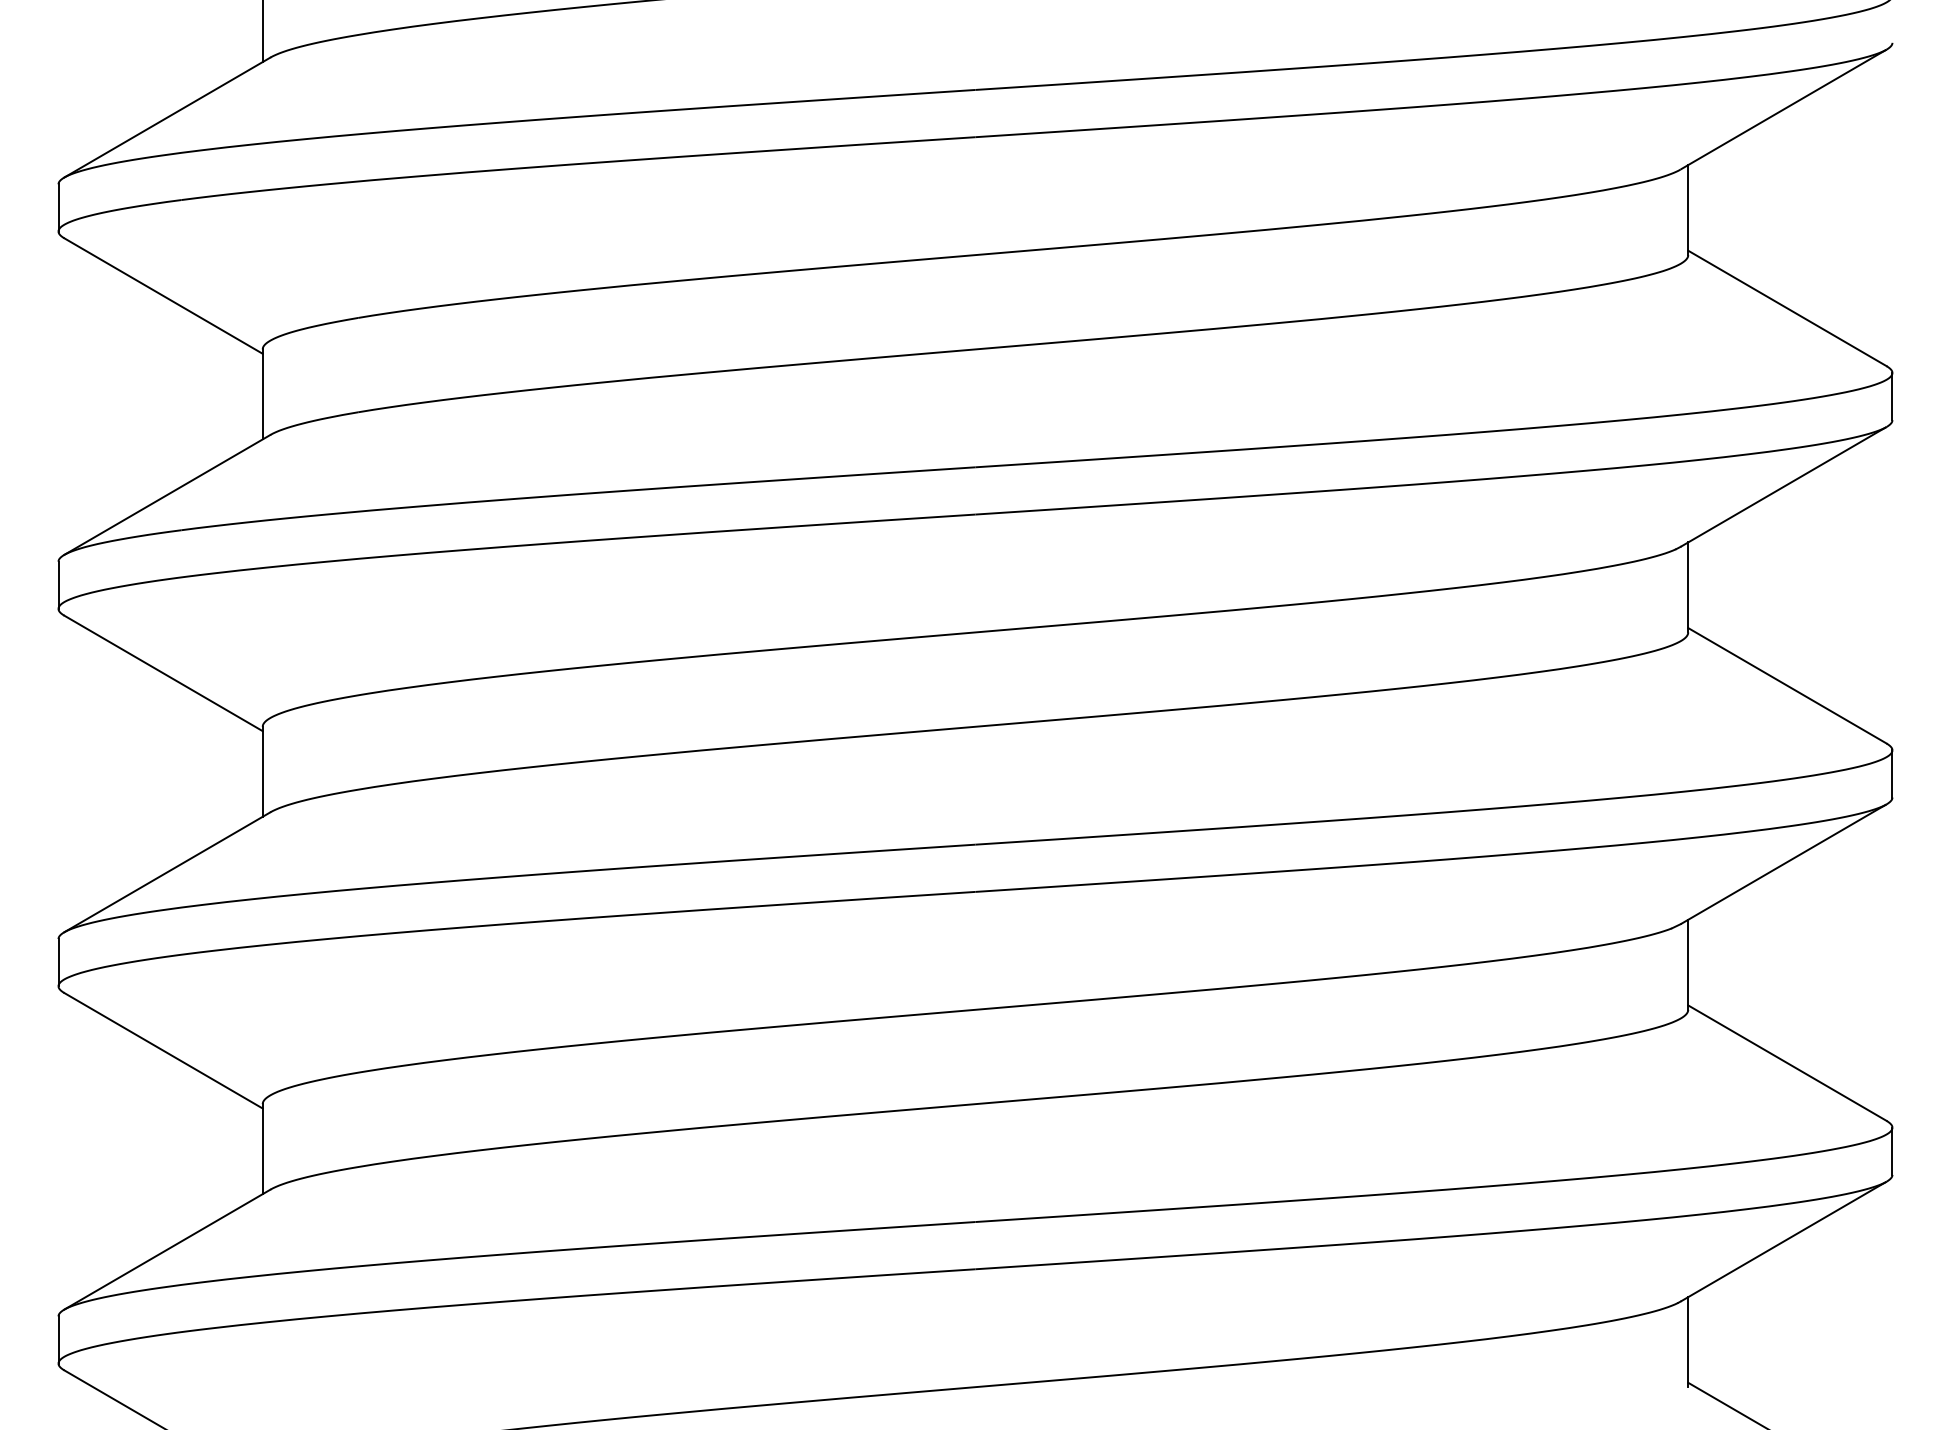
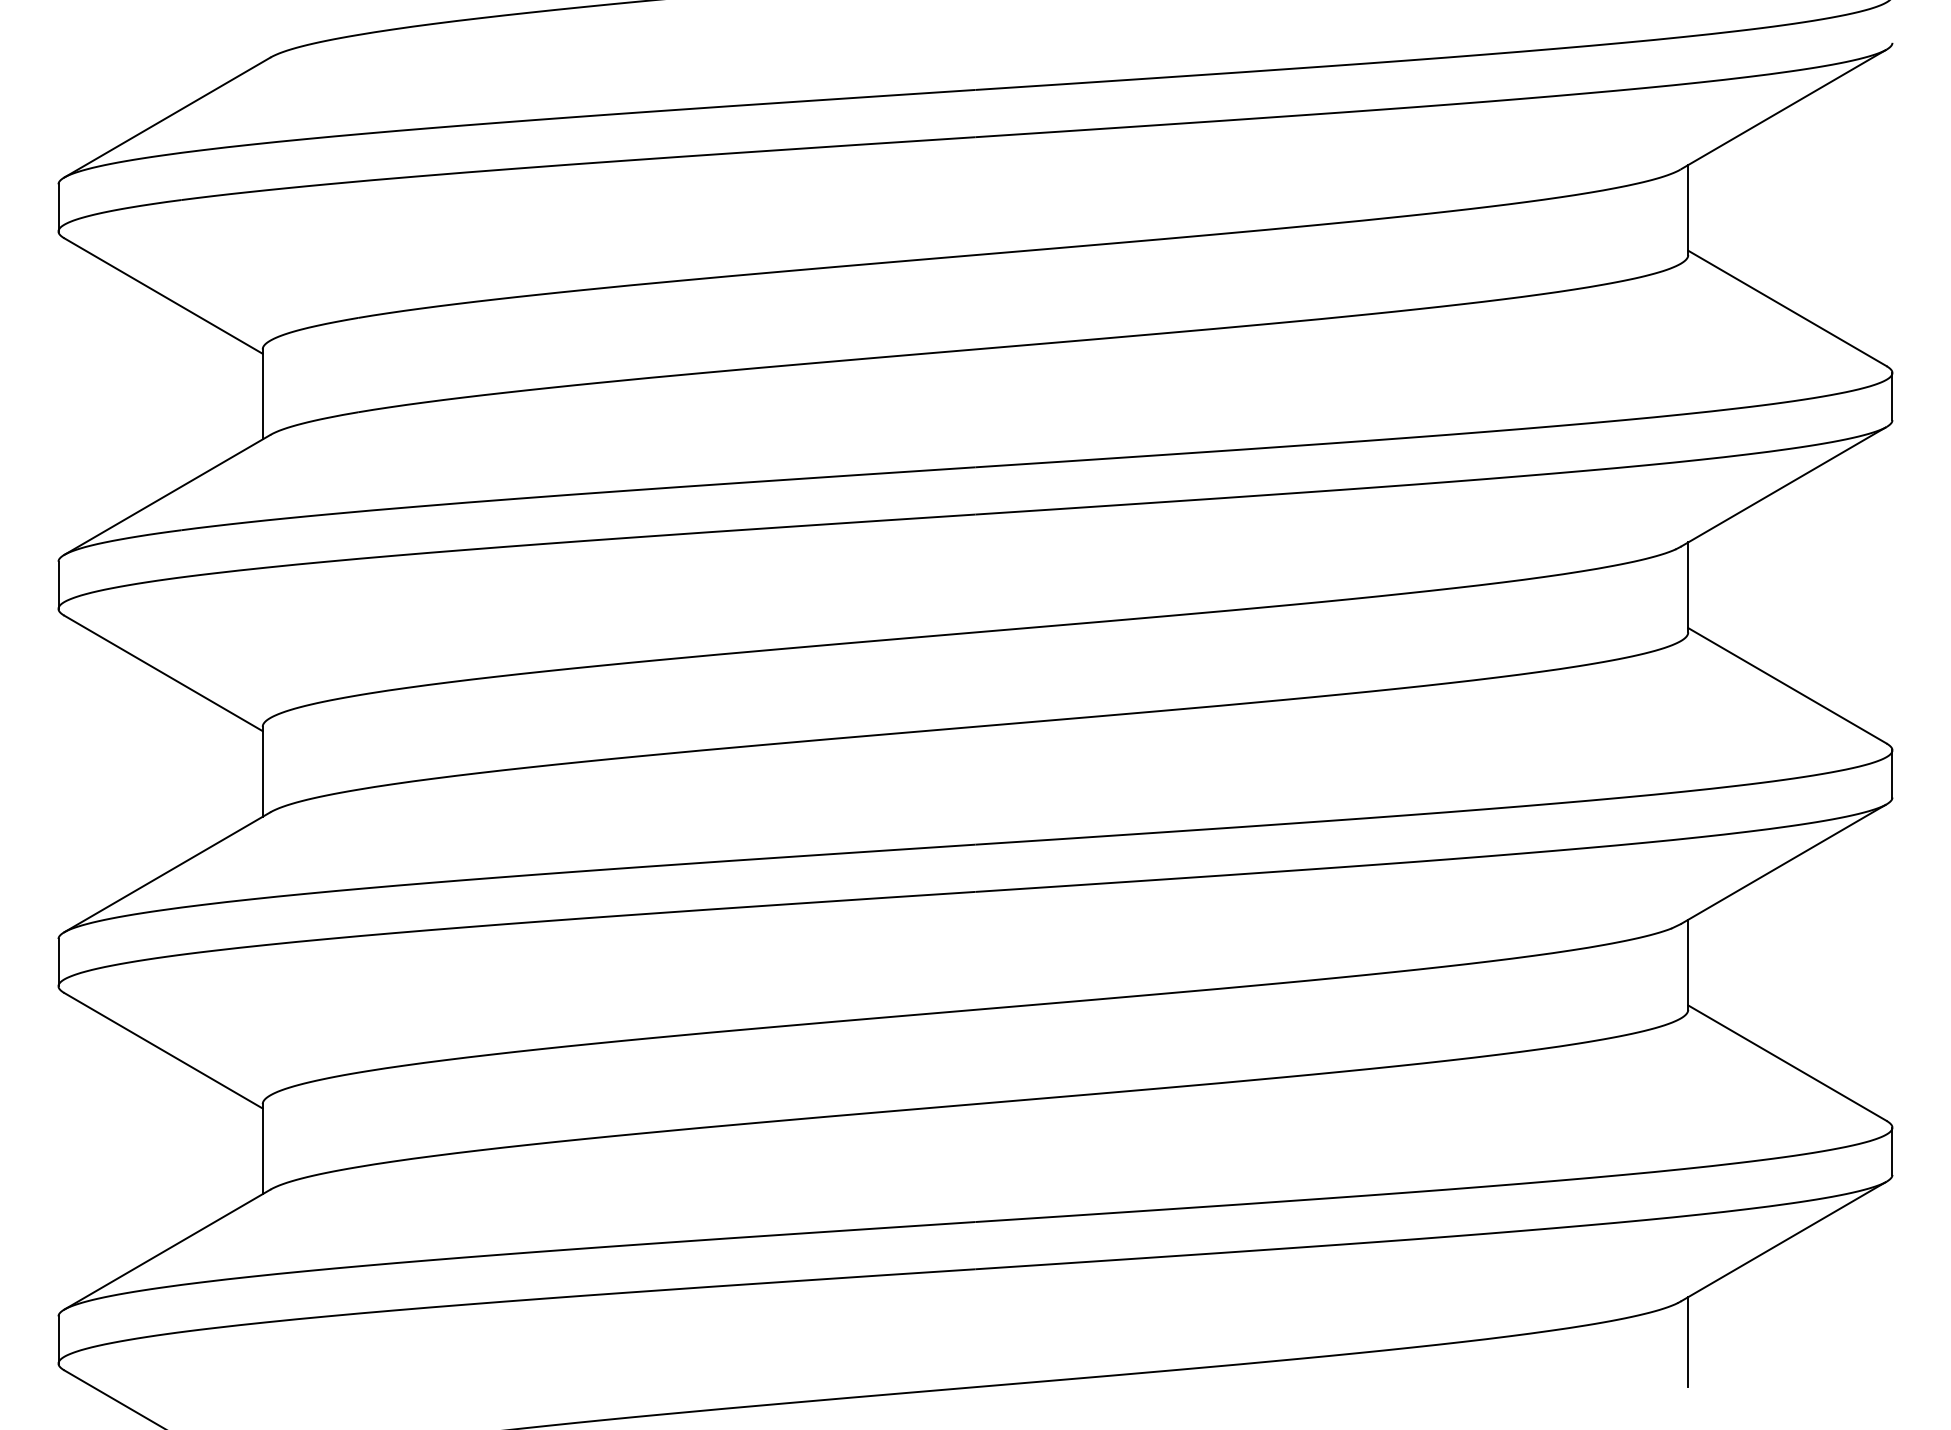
line at (262, 32): present -> none
line at (1725, 1404): present -> none
